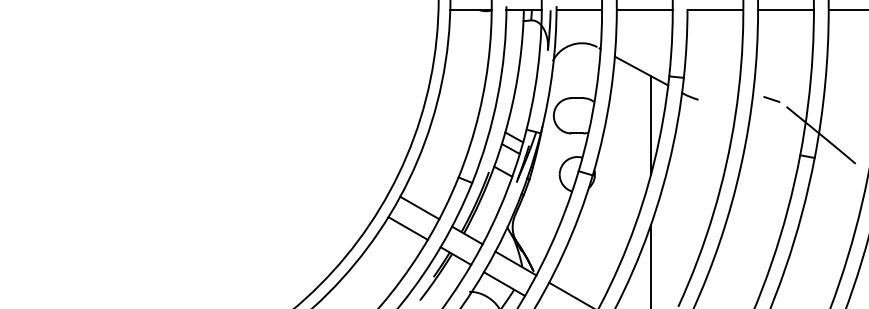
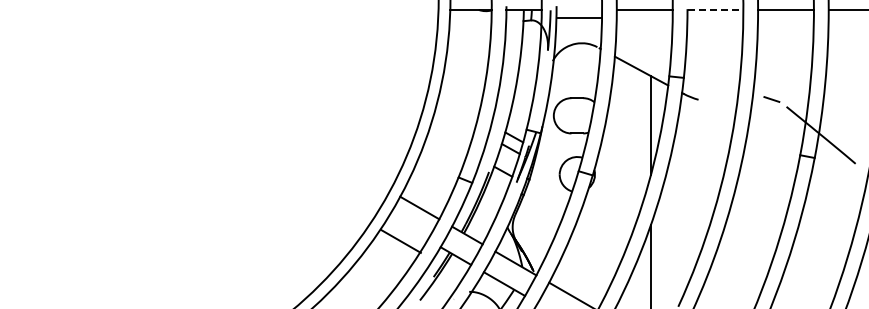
line at (579, 9) position: (579, 9) -> (579, 17)
line at (715, 9): solid -> dashed
line at (407, 228) position: (407, 228) -> (400, 241)
